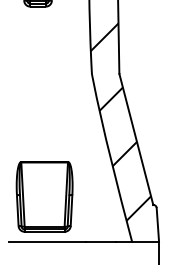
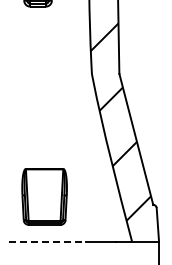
part at (44, 196) size: 59x72 px -> 47x58 px
line at (48, 241): solid -> dashed
